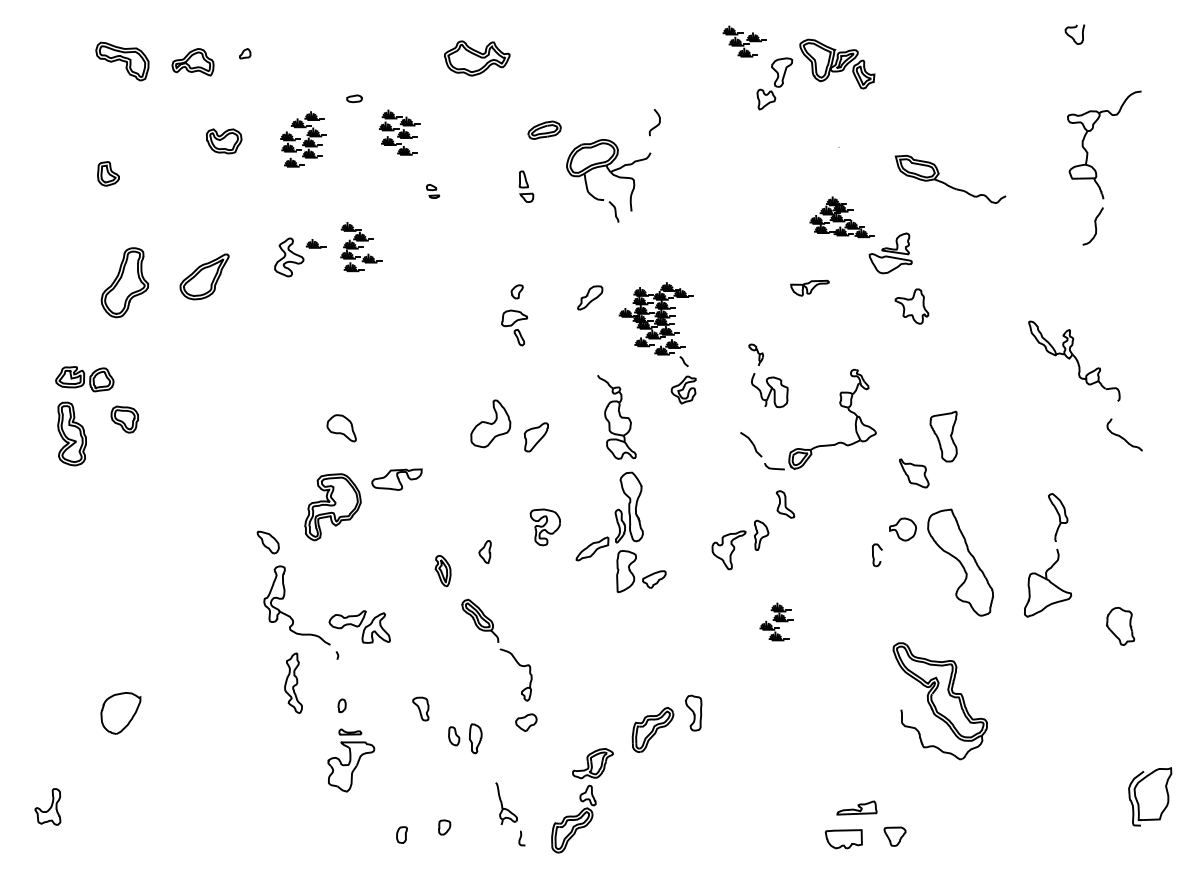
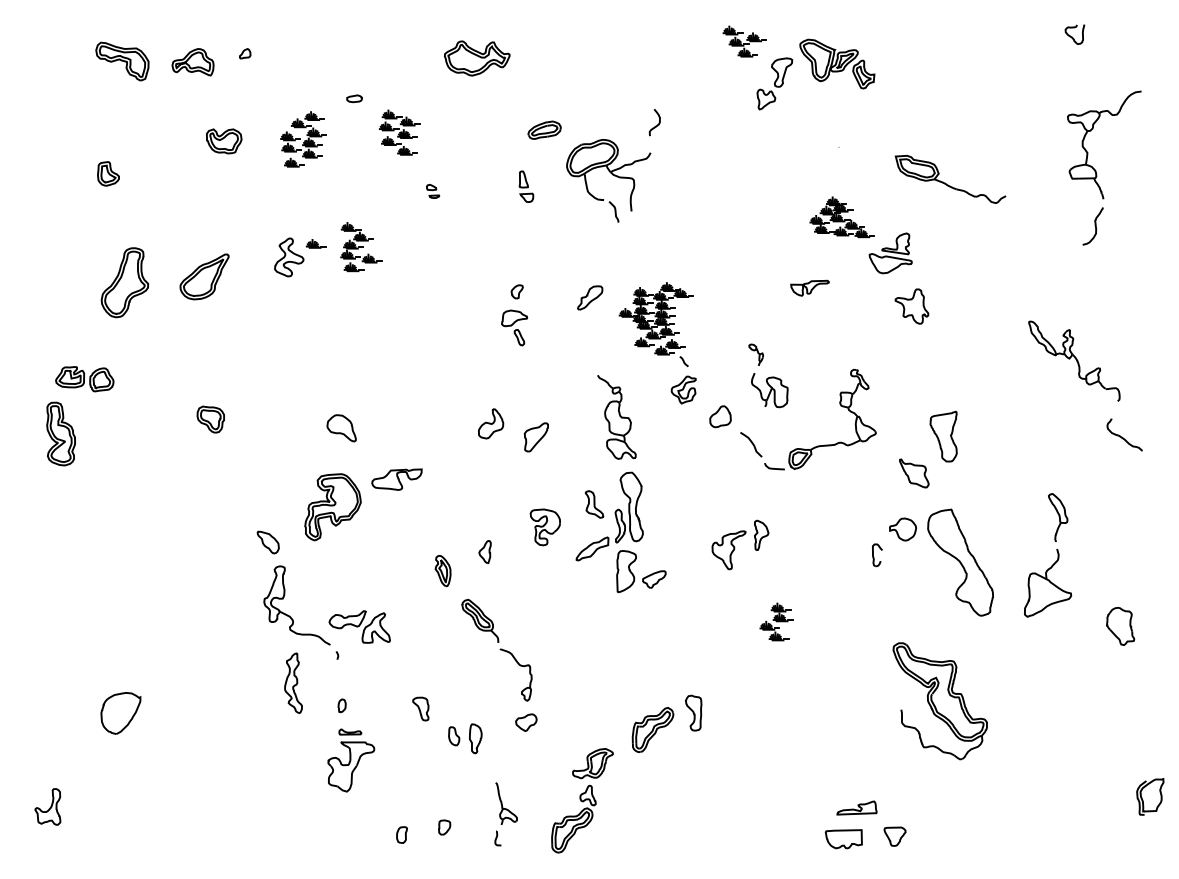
part at (720, 416): none -> present
part at (124, 419) position: (124, 419) -> (210, 419)
part at (490, 423) size: 42x50 px -> 27x32 px
part at (71, 433) position: (71, 433) -> (60, 433)
part at (785, 504) position: (785, 504) -> (594, 504)
part at (1150, 796) size: 45x60 px -> 29x38 px
curve at (521, 838) position: (521, 838) -> (497, 838)
